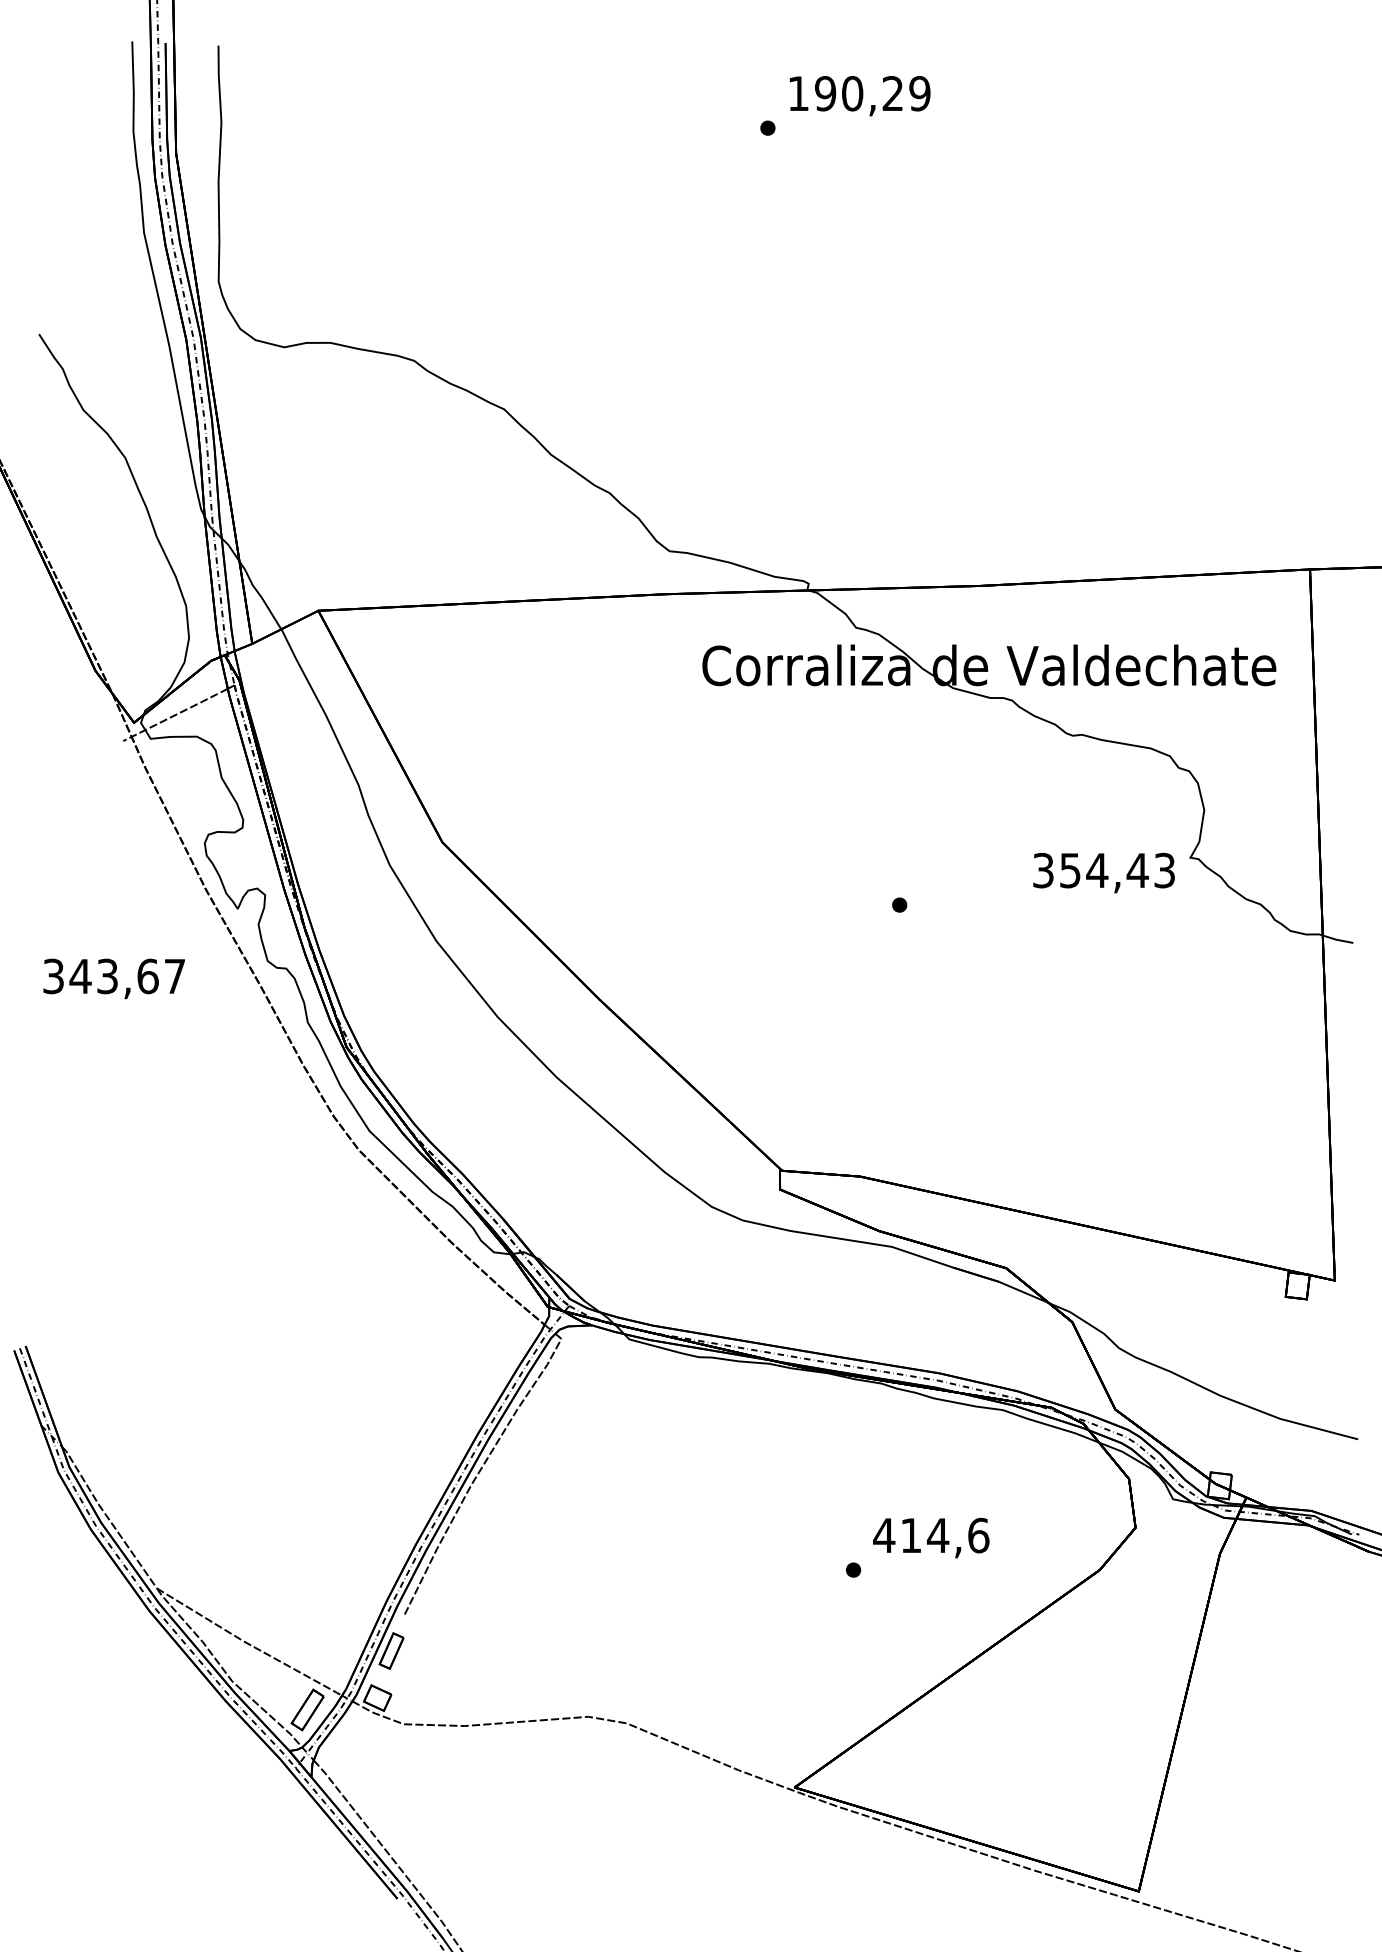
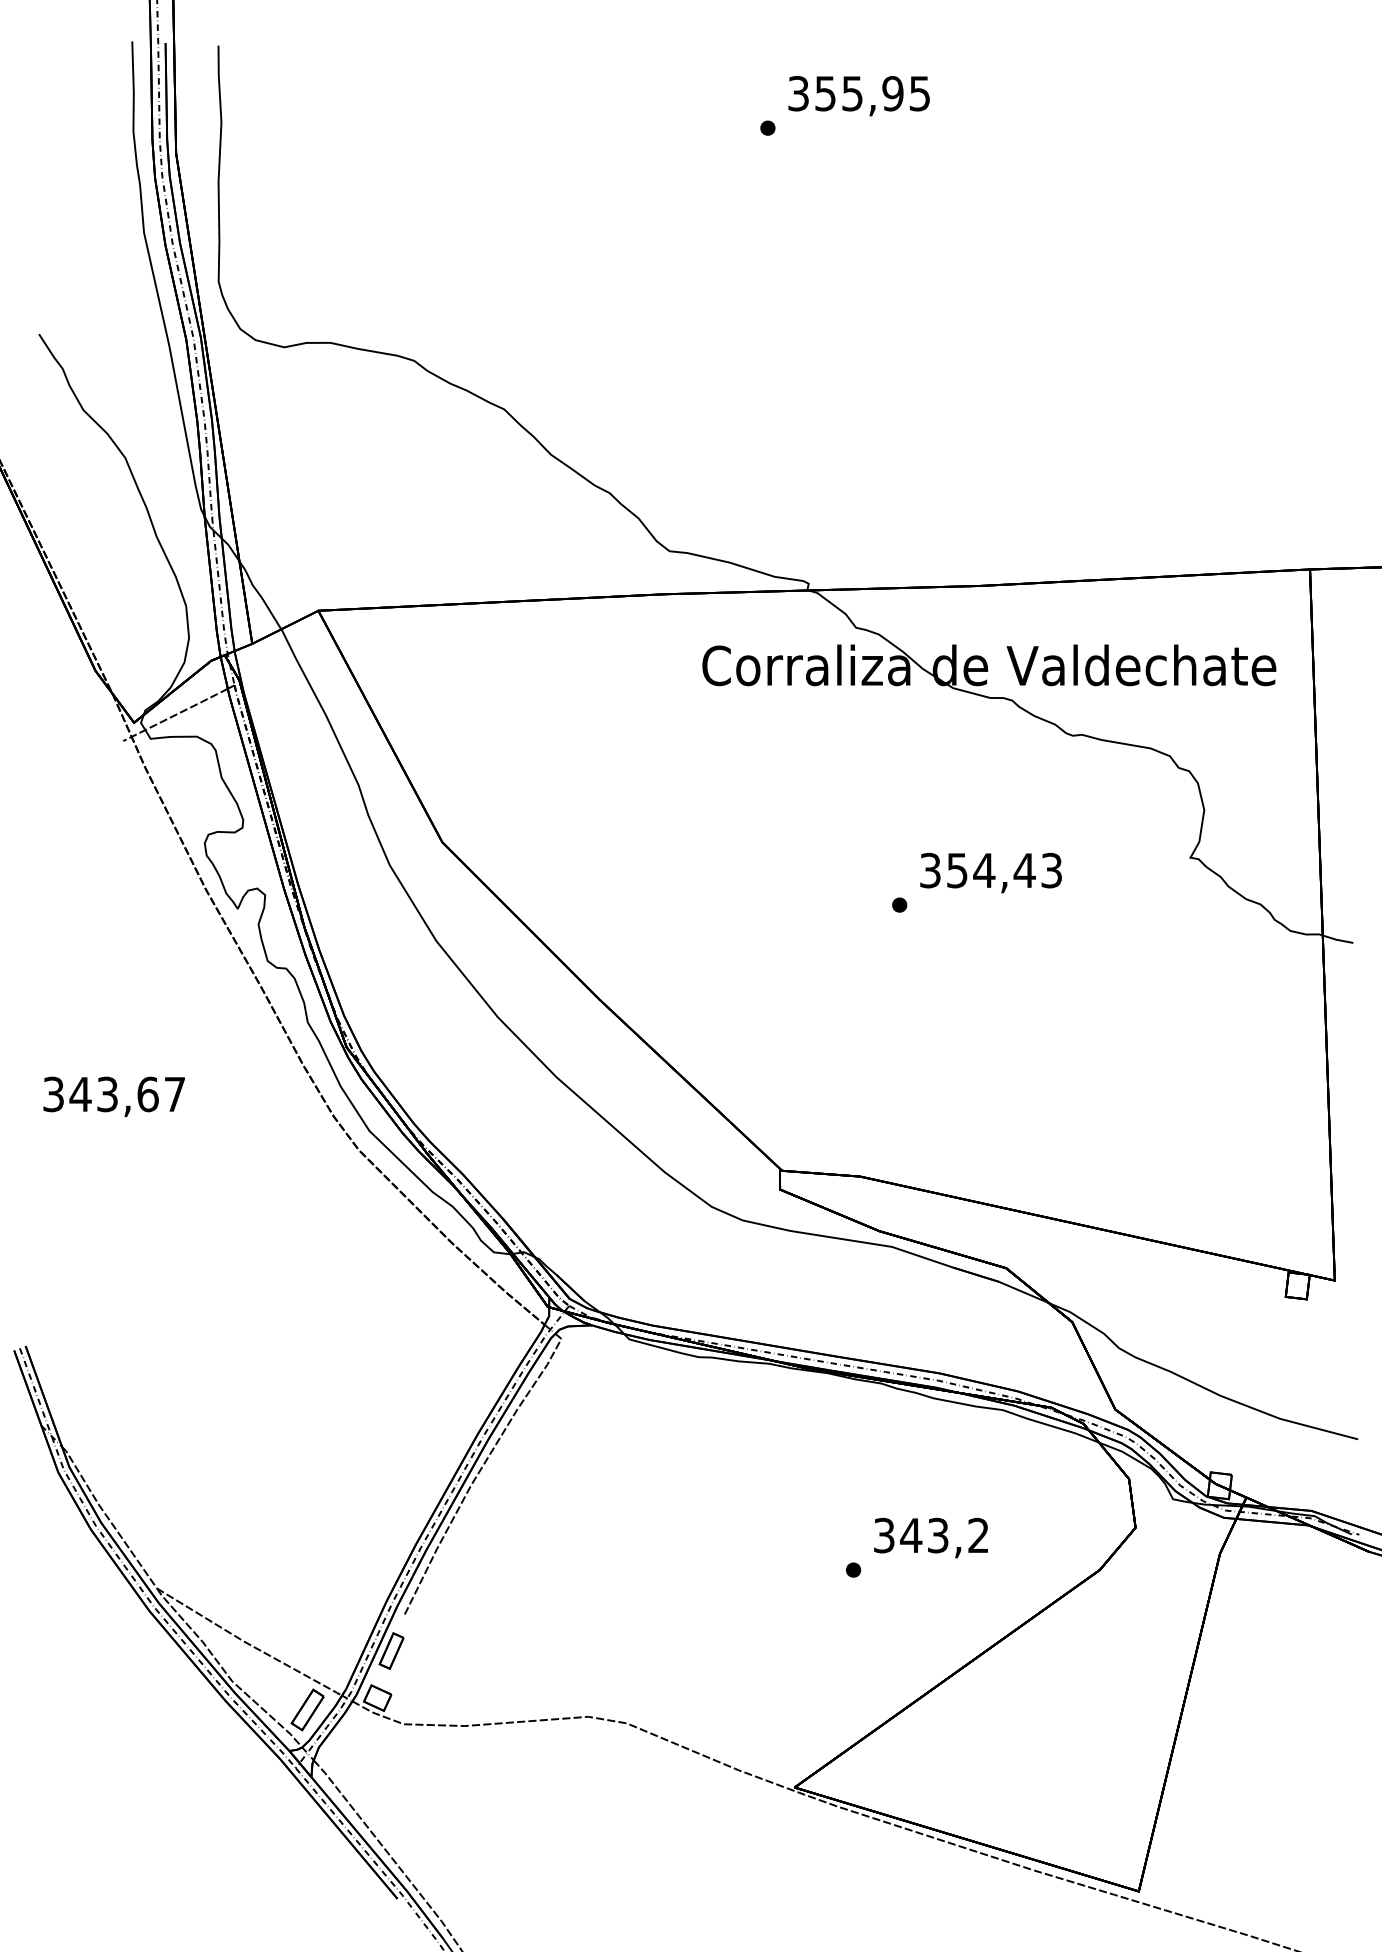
text at (859, 93): 190,29 -> 355,95
text at (1103, 872) position: (1103, 872) -> (990, 872)
text at (113, 978) position: (113, 978) -> (113, 1096)
text at (931, 1535): 414,6 -> 343,2
